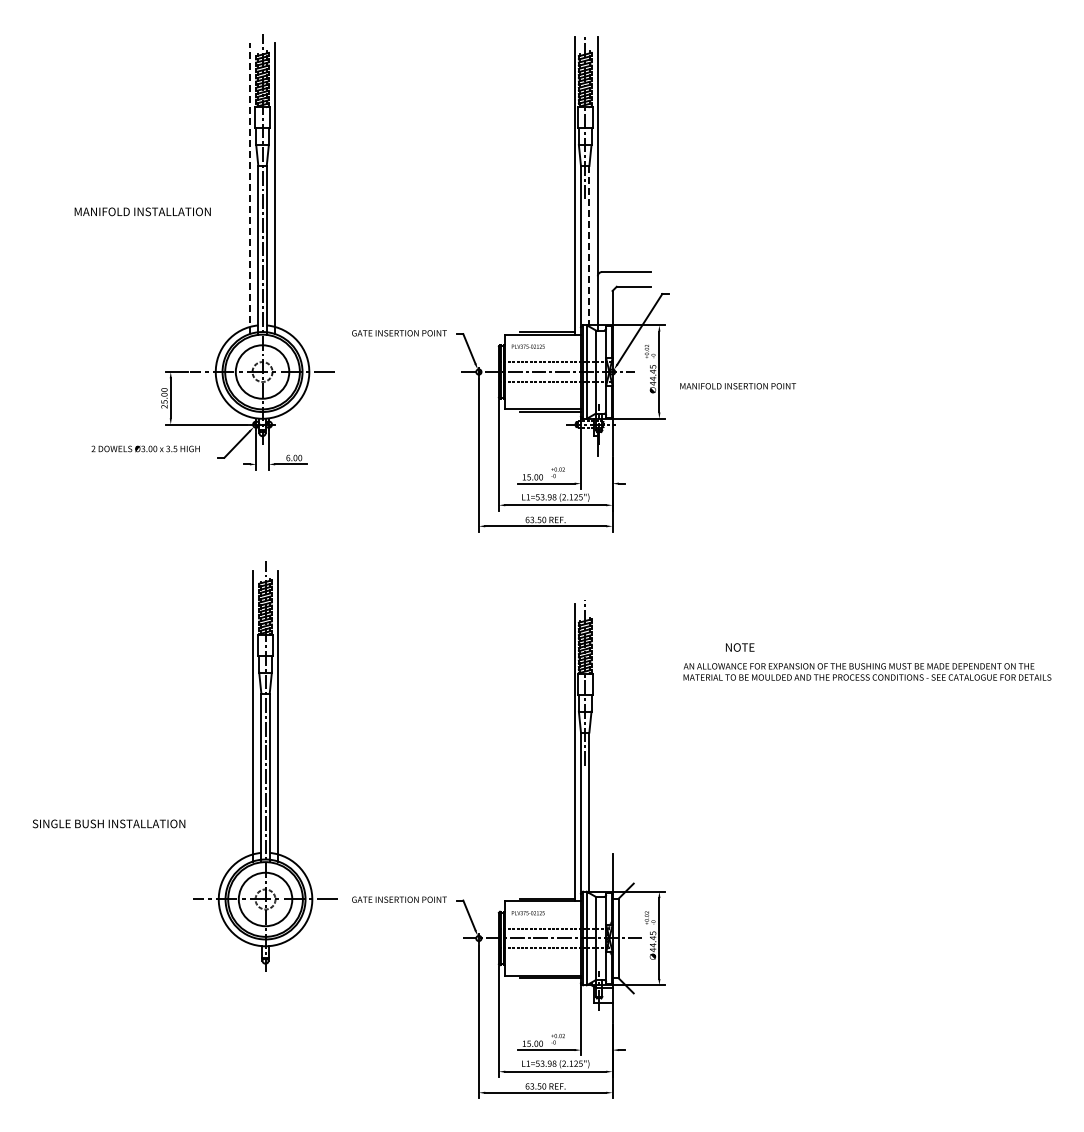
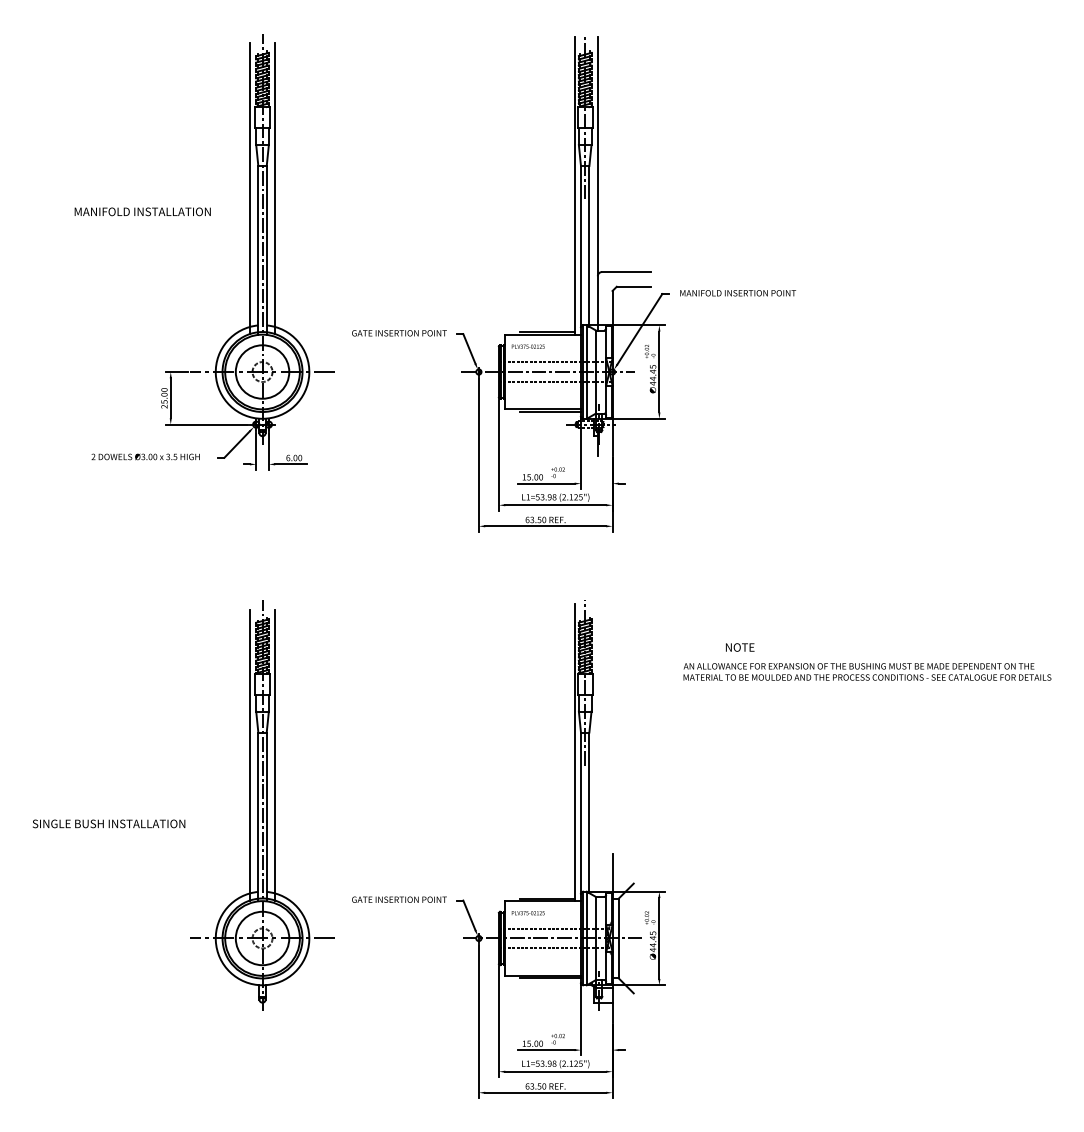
line at (249, 188): dashed -> solid
line at (589, 246): dashed -> solid
text at (737, 386) position: (737, 386) -> (737, 293)
text at (145, 448) position: (145, 448) -> (145, 456)
part at (265, 766) position: (265, 766) -> (262, 805)
